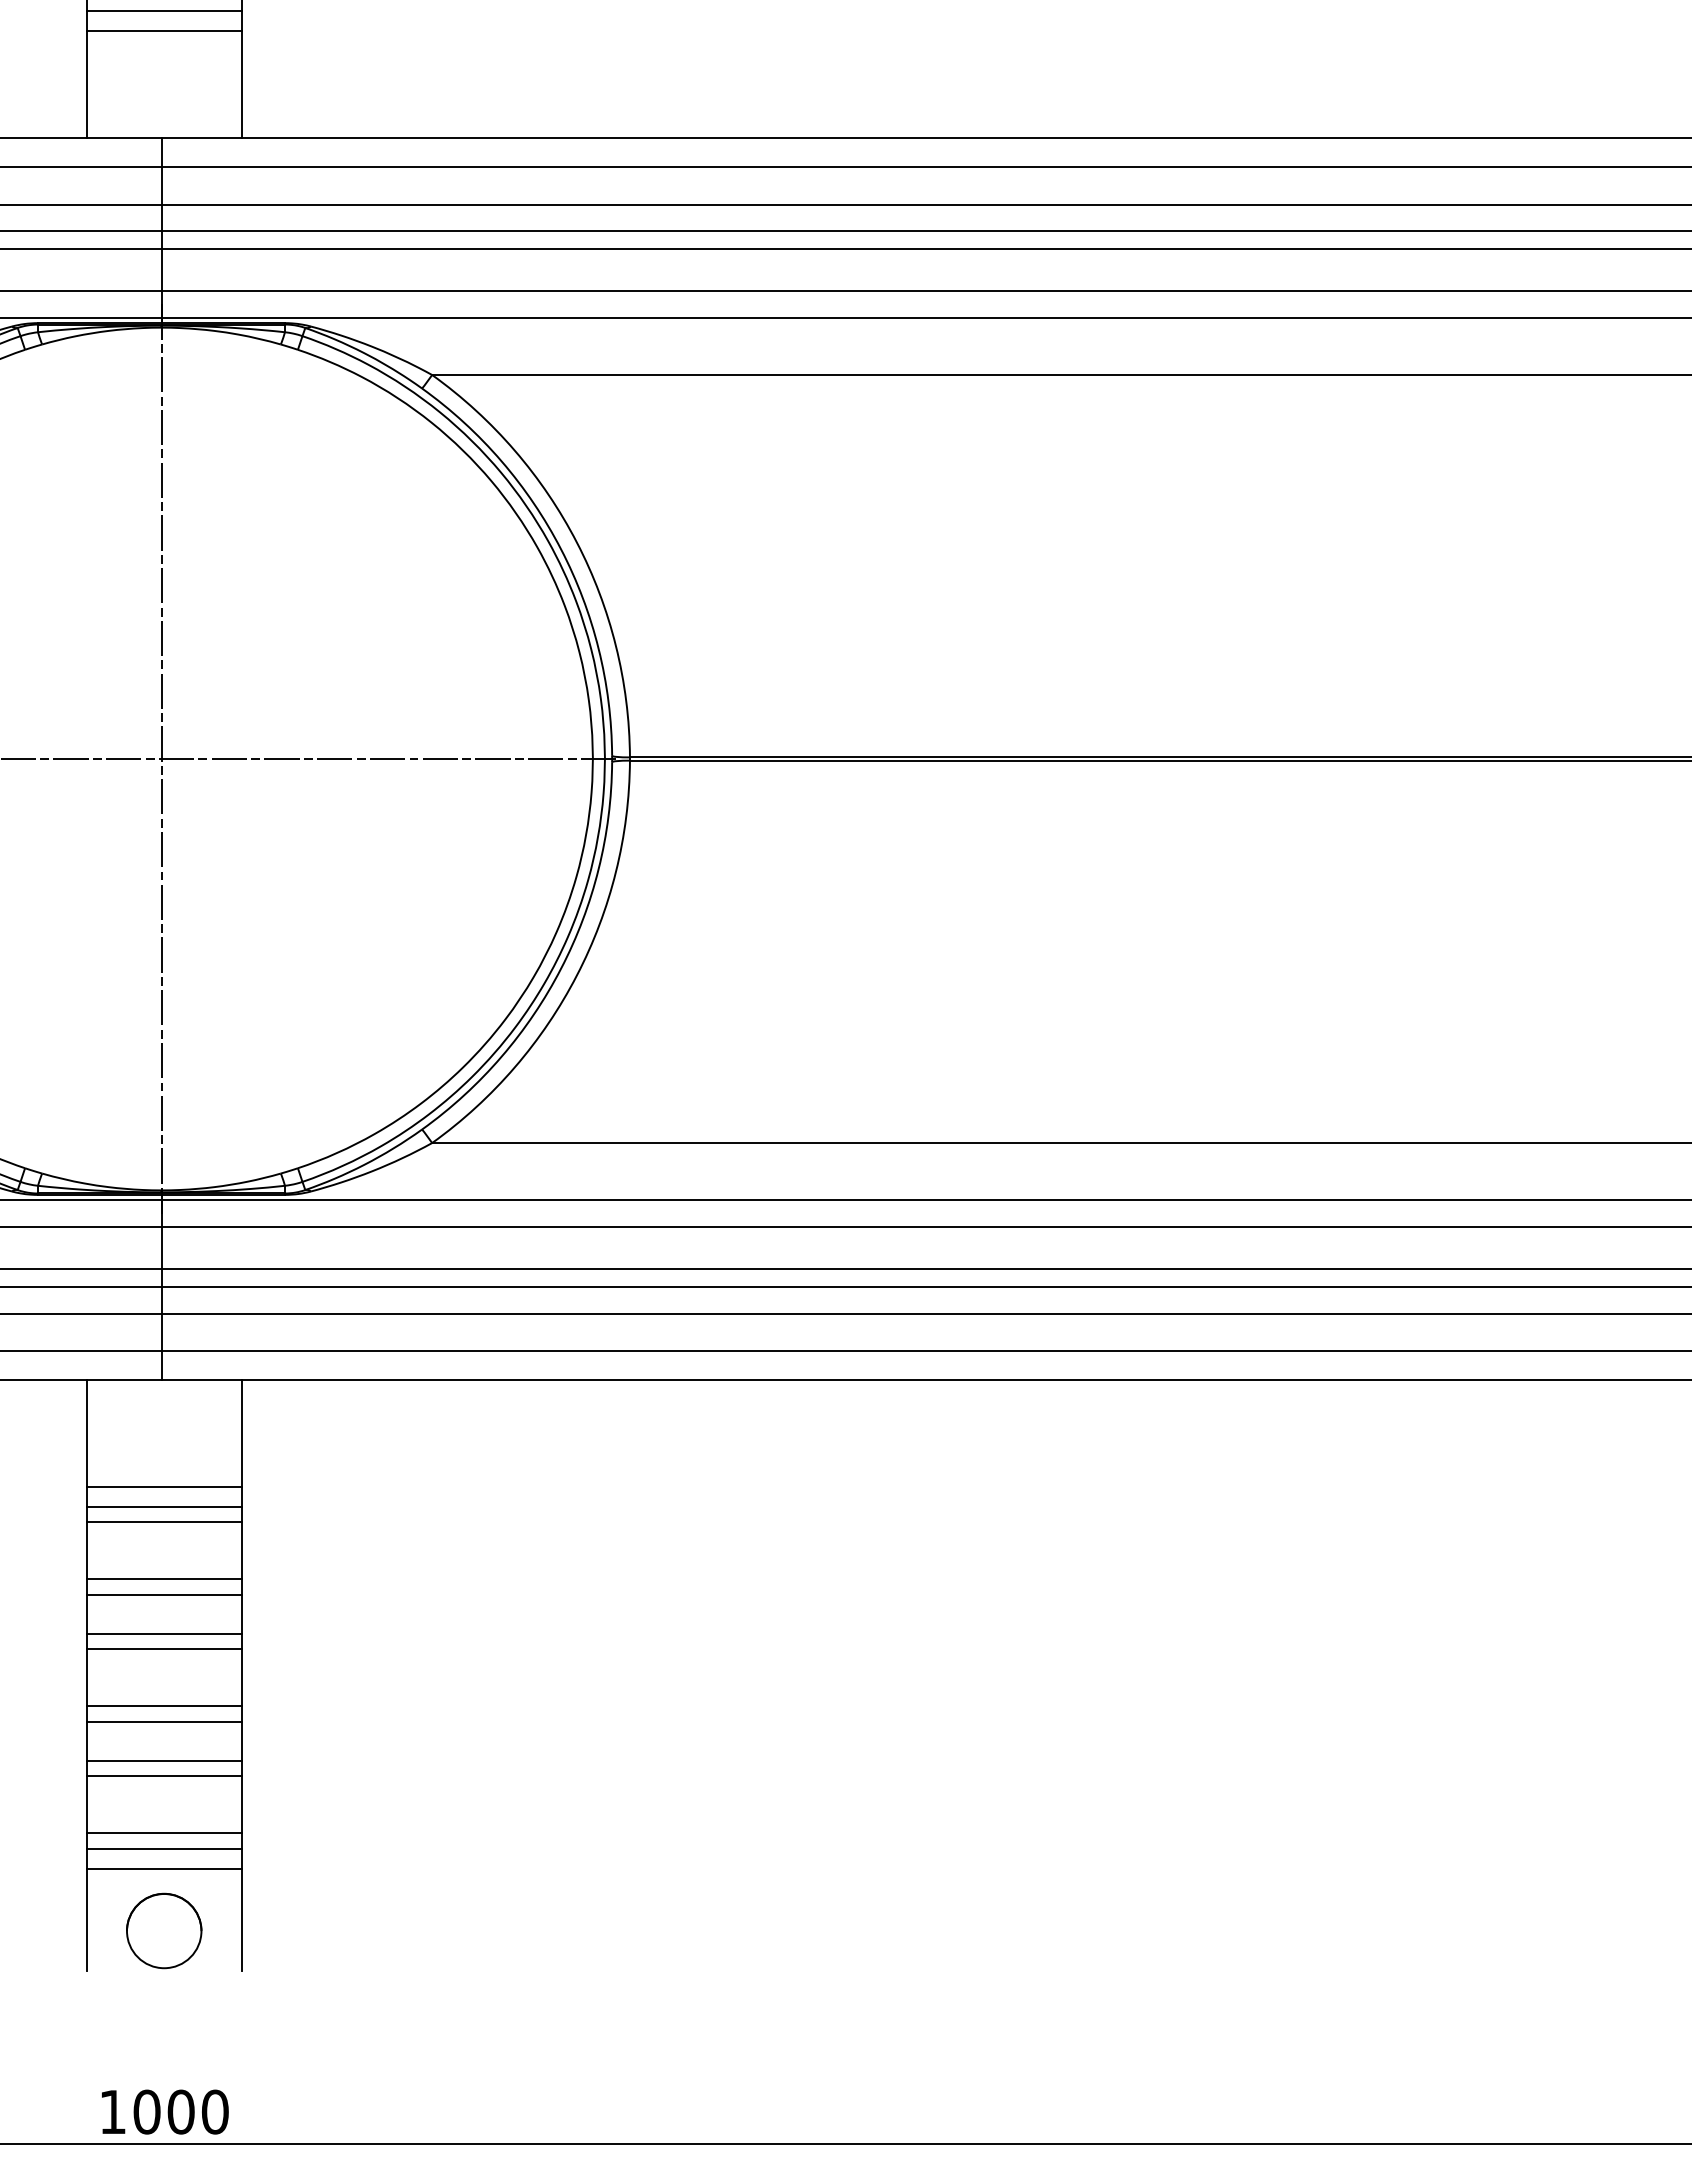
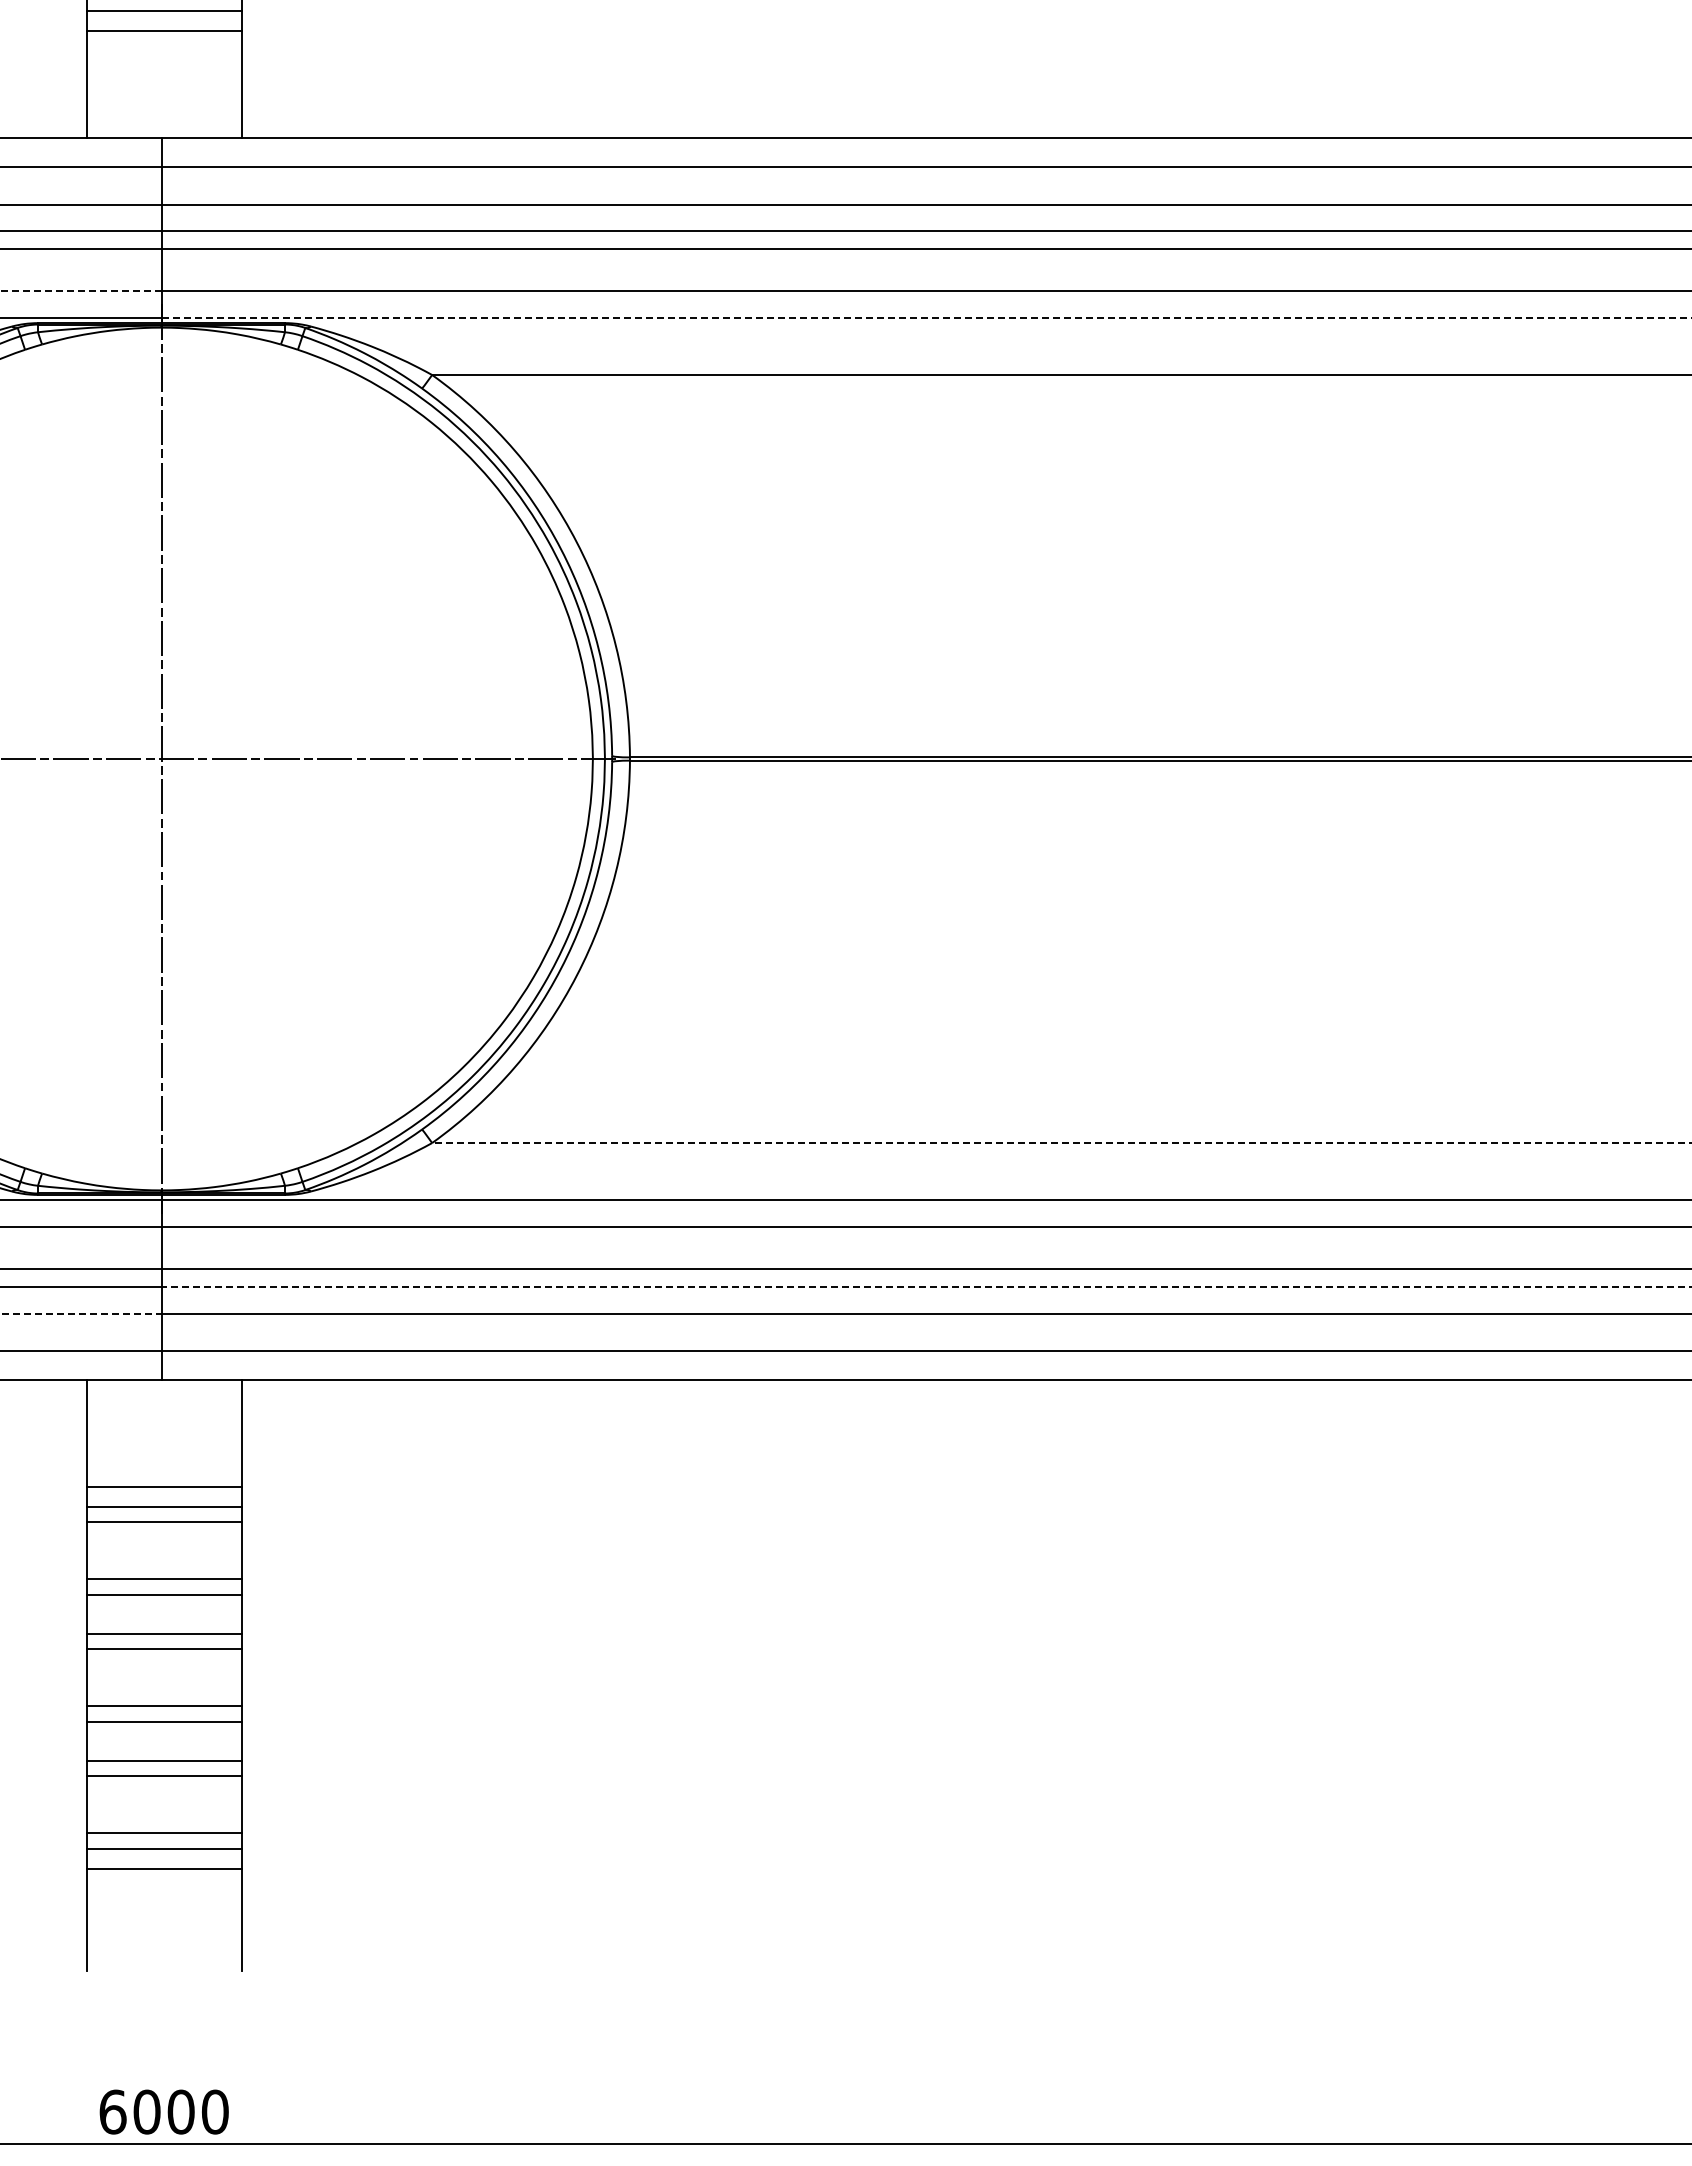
line at (80, 291): solid -> dashed
line at (926, 318): solid -> dashed
line at (1061, 1143): solid -> dashed
line at (926, 1286): solid -> dashed
line at (81, 1313): solid -> dashed
part at (164, 1930): present -> none
text at (112, 2111): 1000 -> 6000
